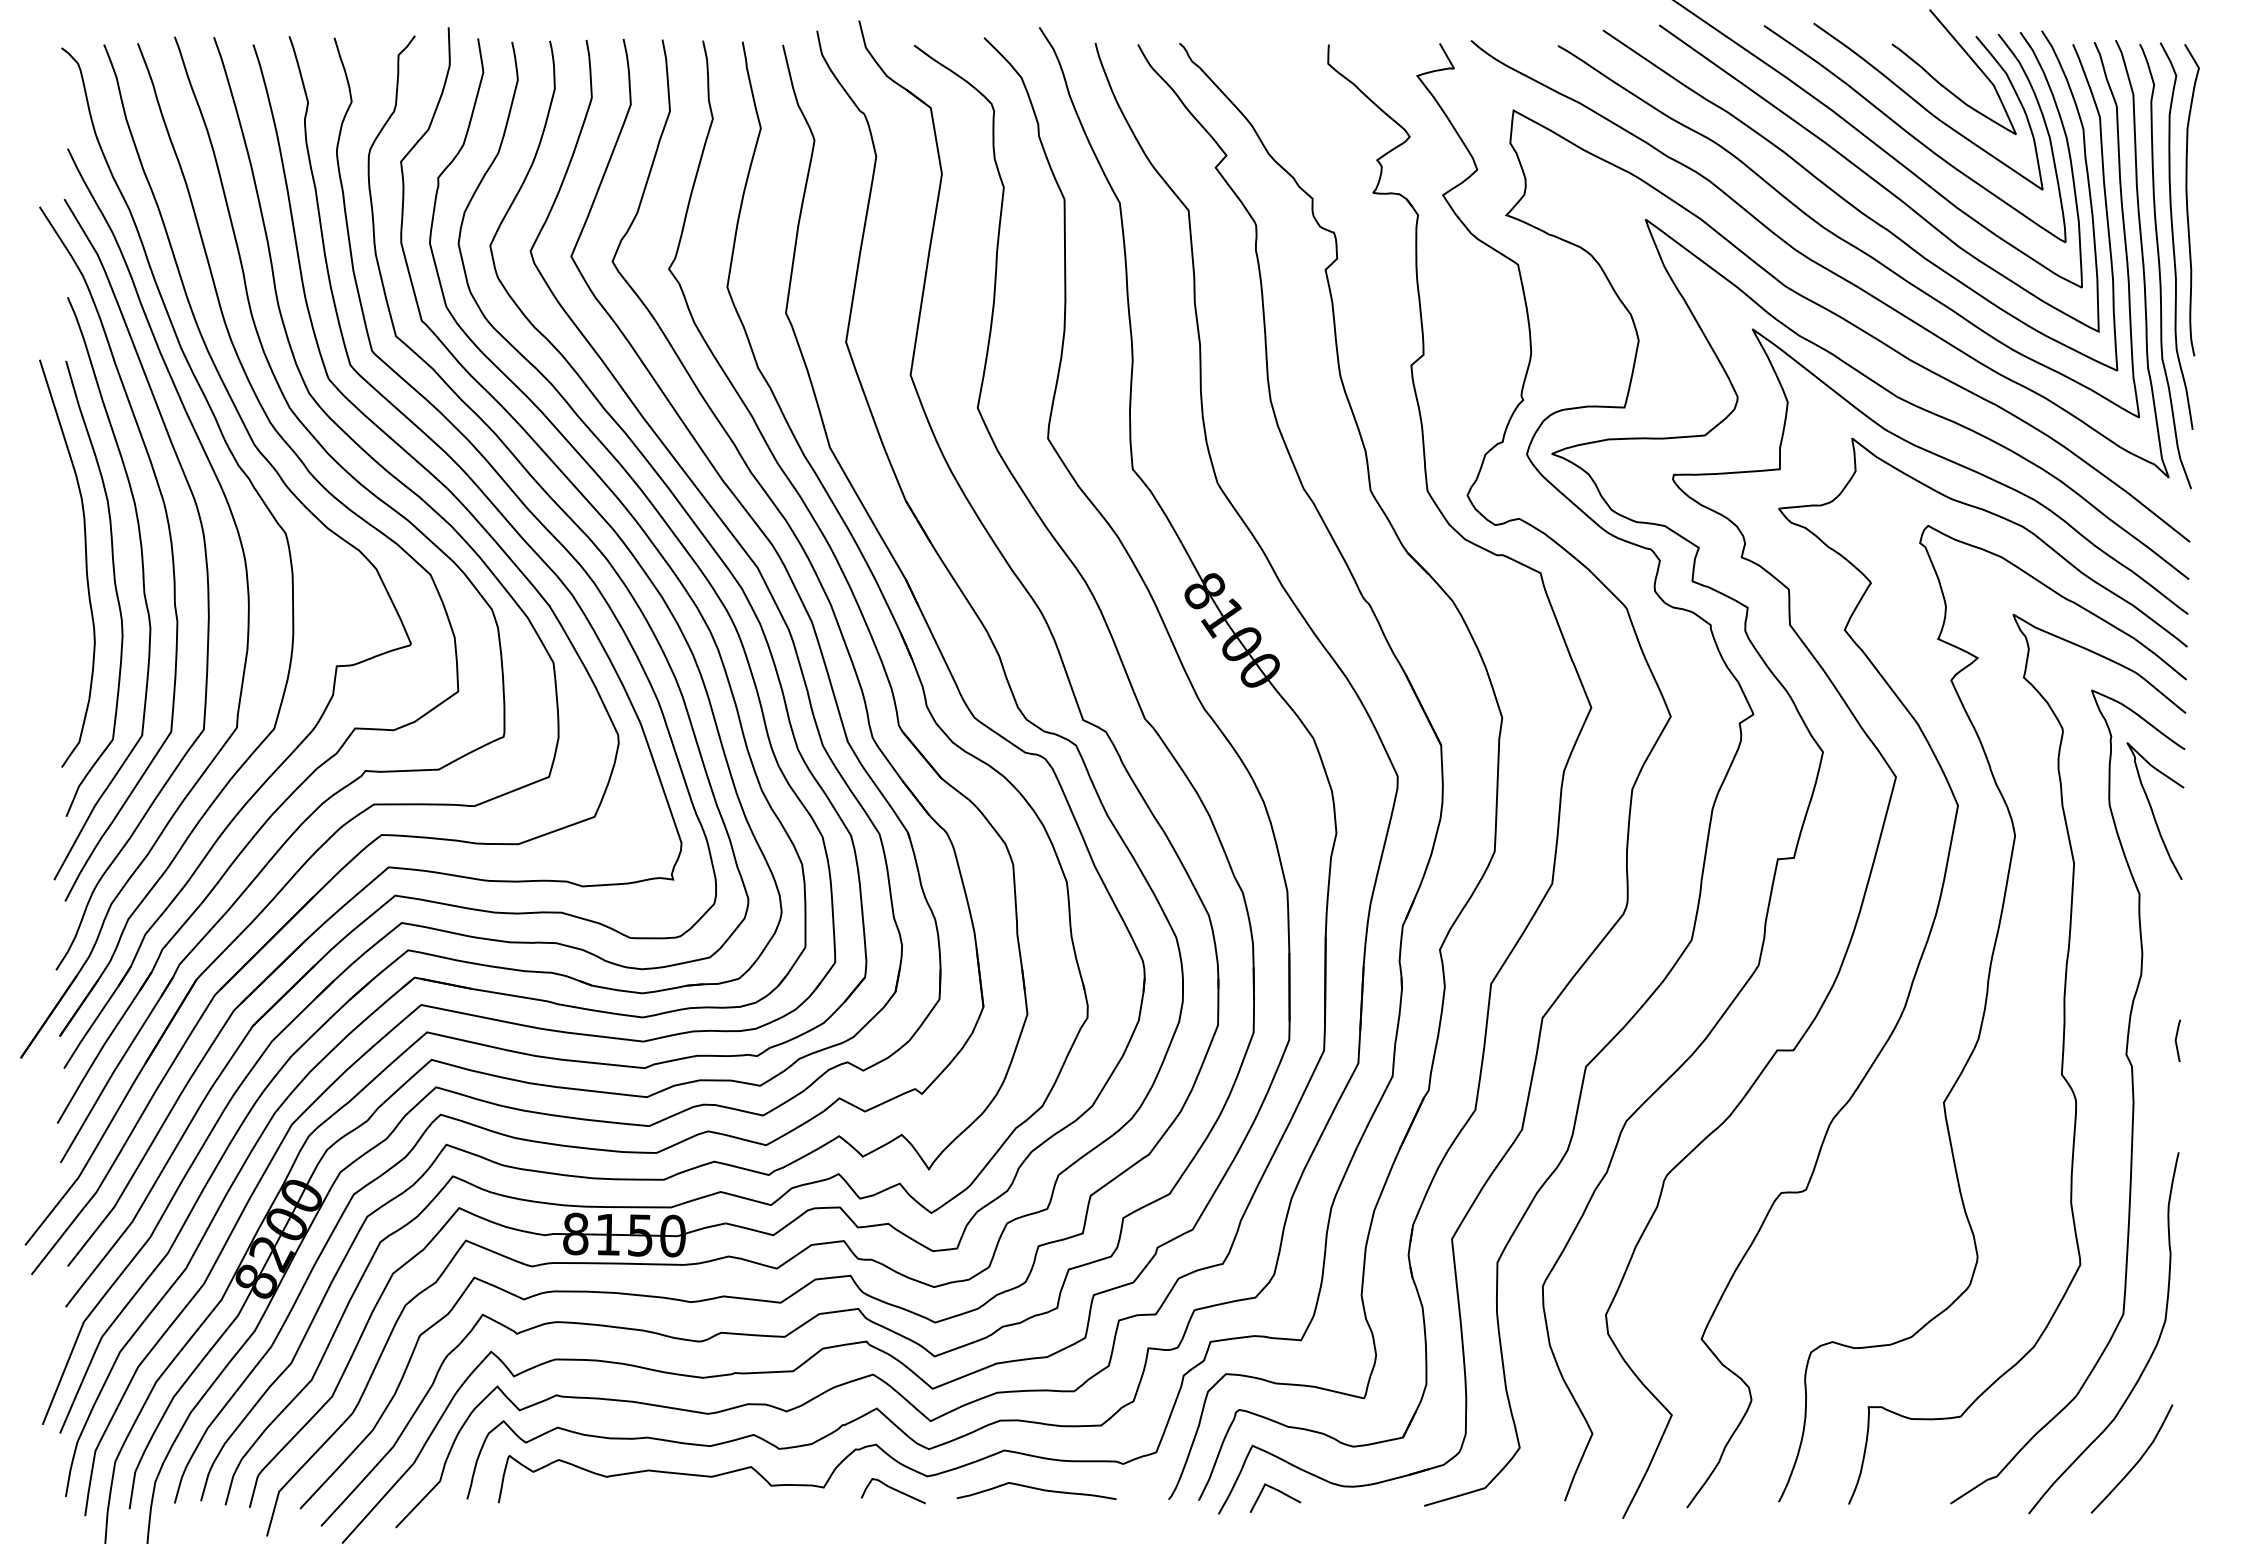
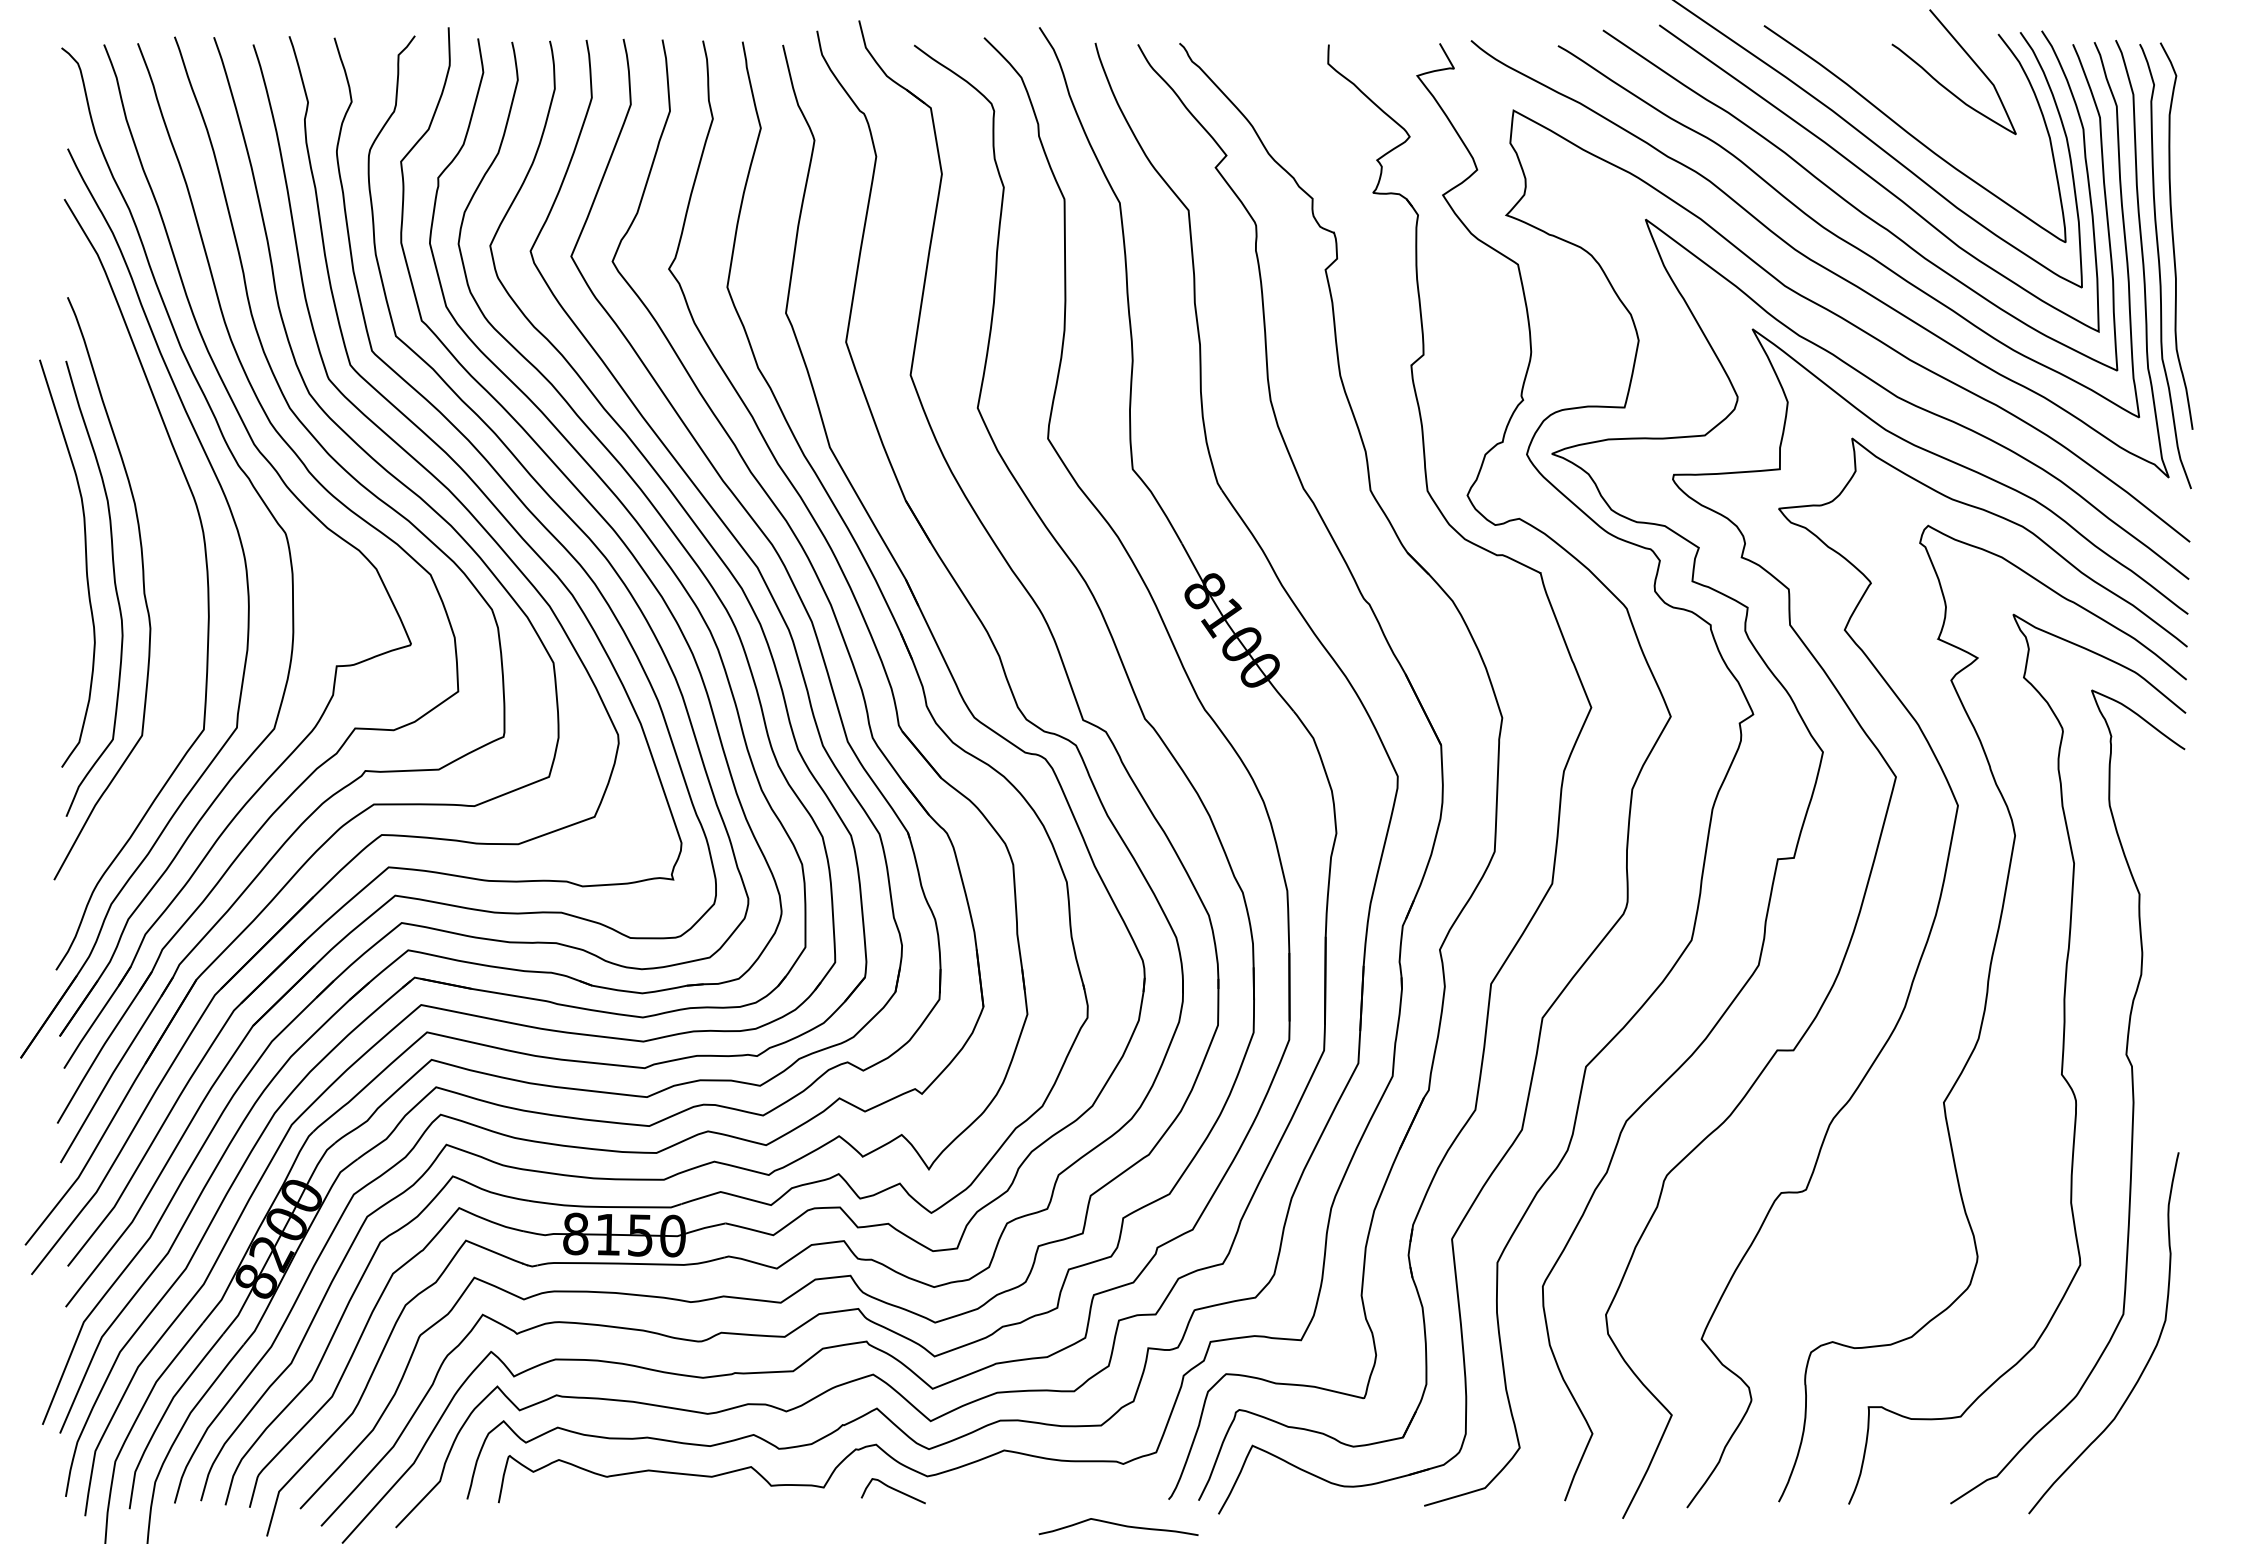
curve at (1926, 108): present -> none
curve at (2187, 200): present -> none
curve at (170, 545): present -> none
curve at (2153, 811): present -> none
curve at (2176, 1040): present -> none
curve at (2136, 1462): present -> none
curve at (1036, 1489) position: (1036, 1489) -> (1118, 1525)
curve at (1277, 1491): present -> none
